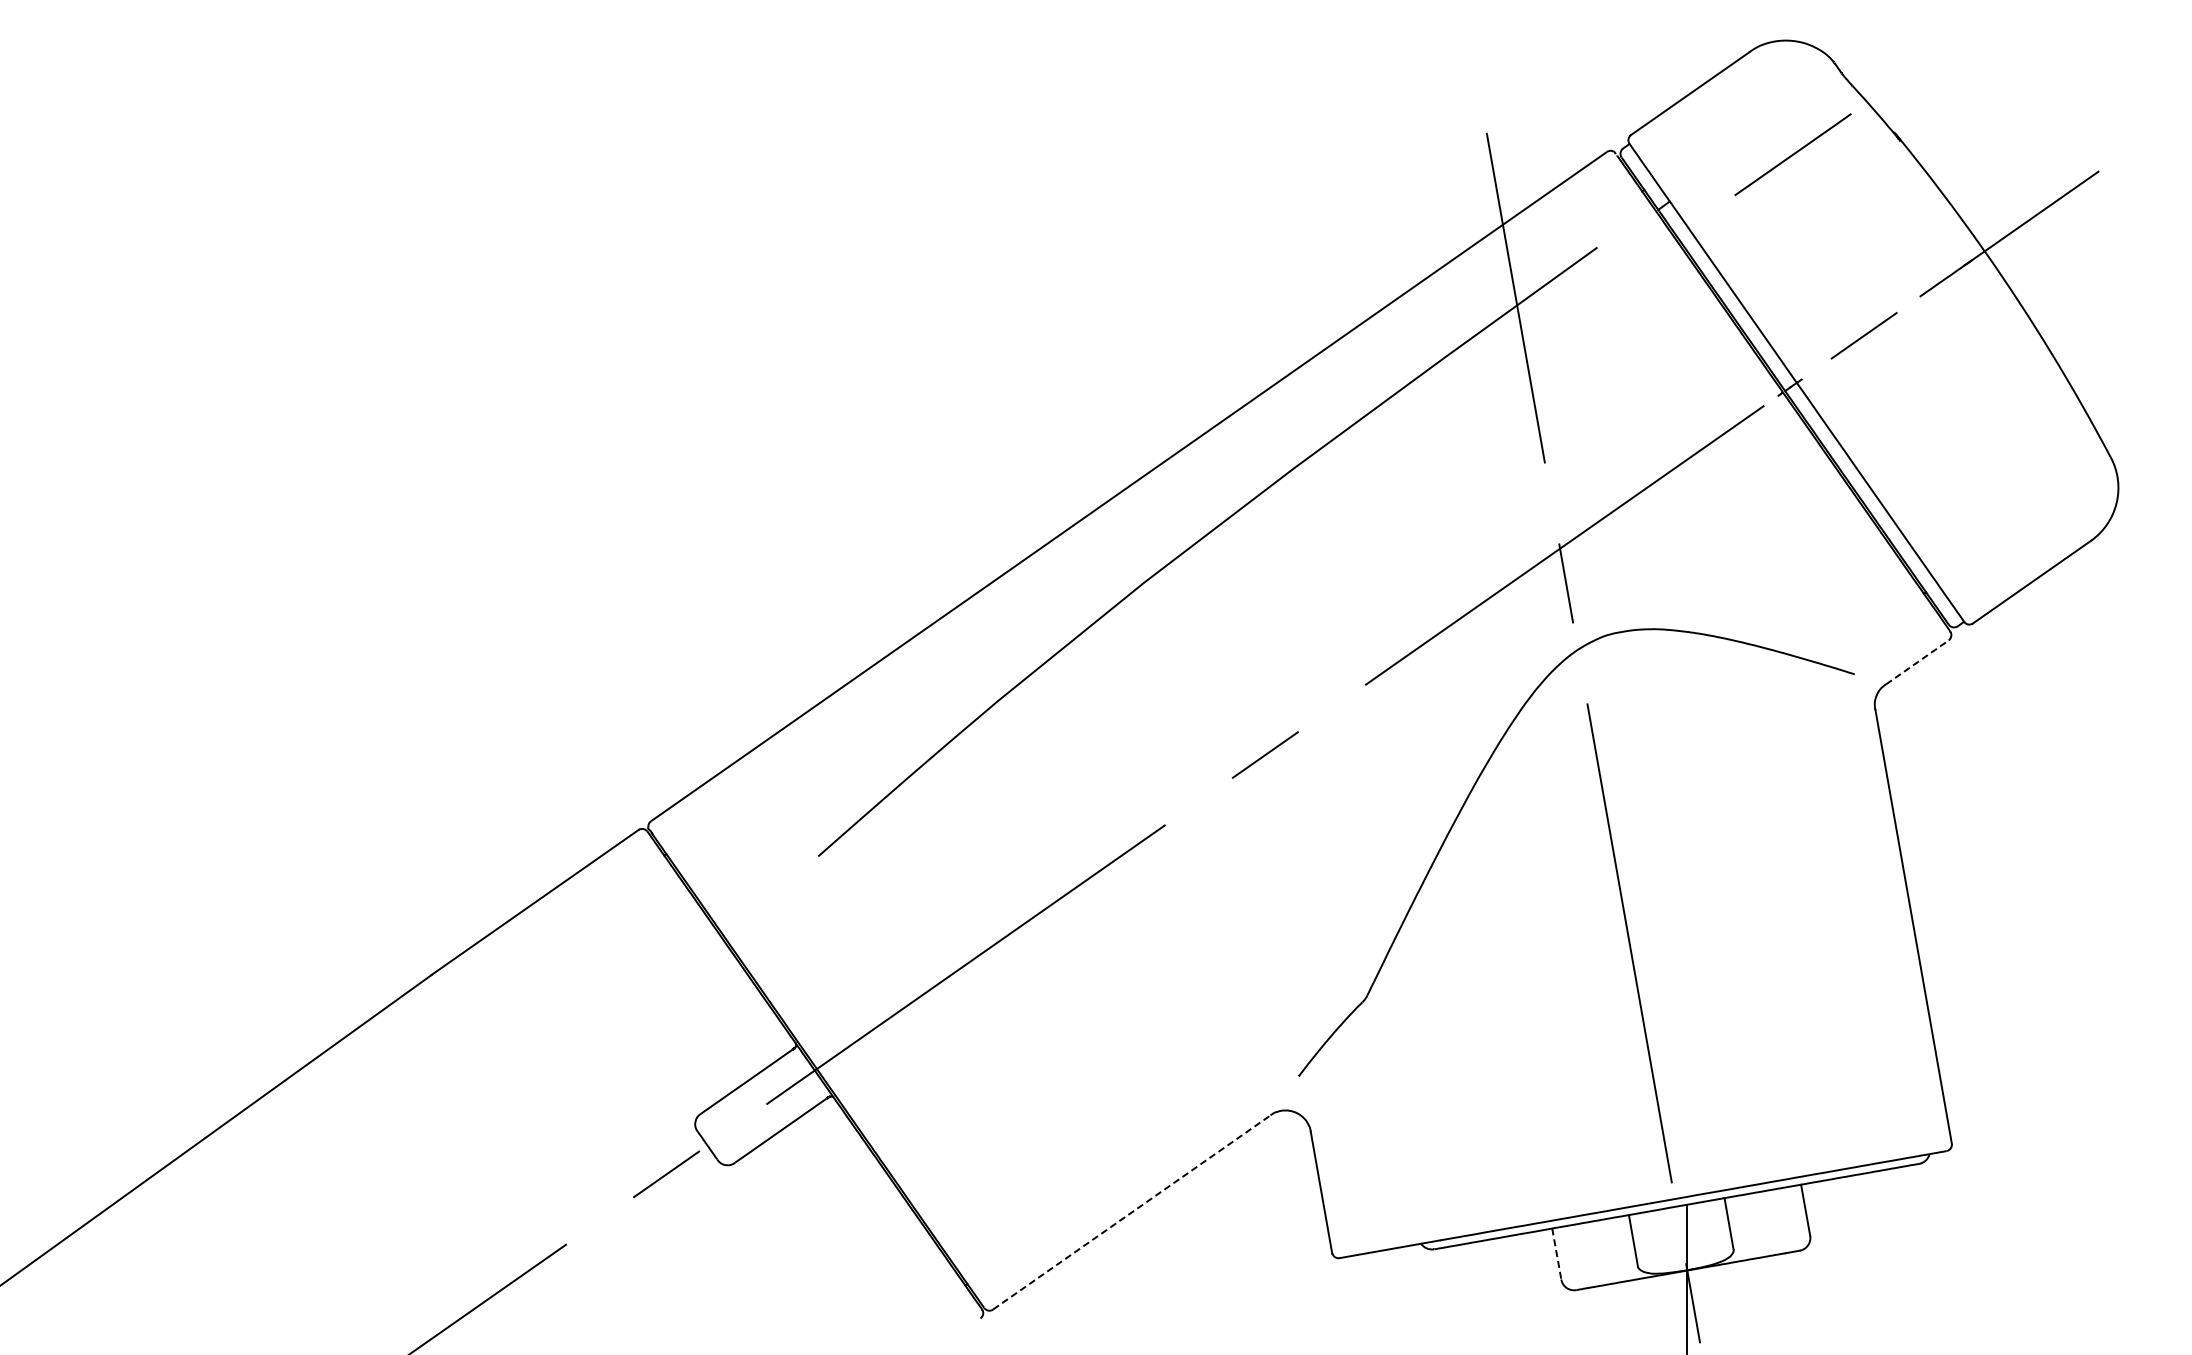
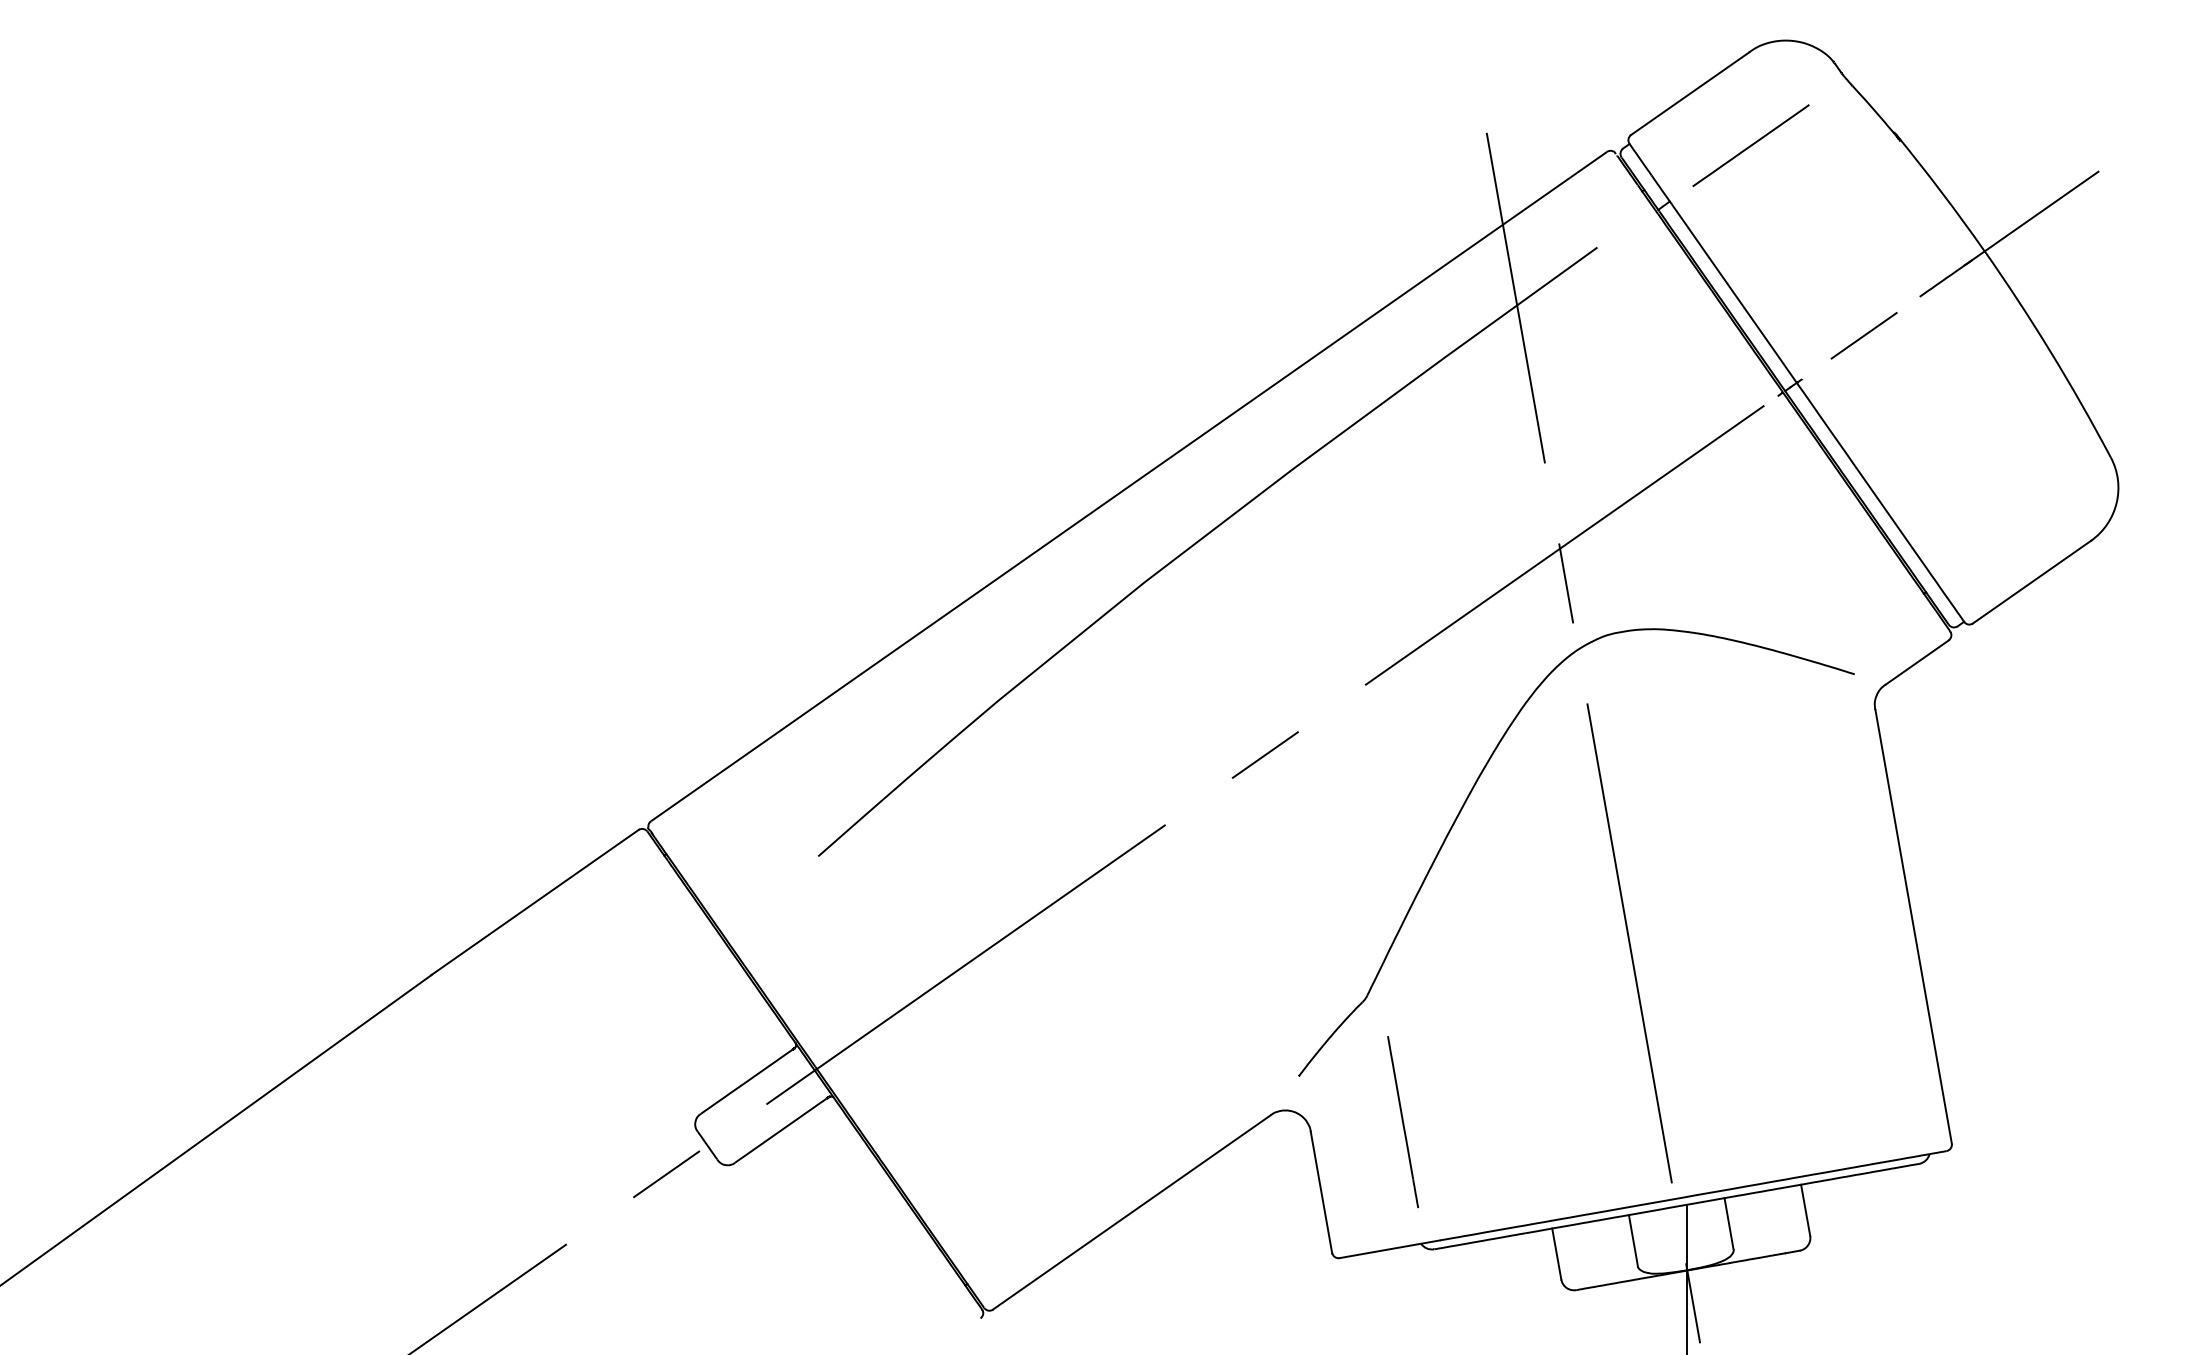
line at (1792, 154) position: (1792, 154) -> (1750, 145)
line at (1917, 662): dashed -> solid
line at (1403, 1122): none -> present
line at (1132, 1212): dashed -> solid
line at (1556, 1254): dashed -> solid
